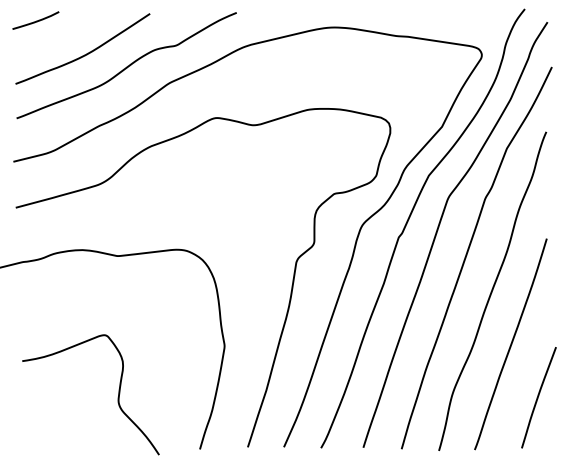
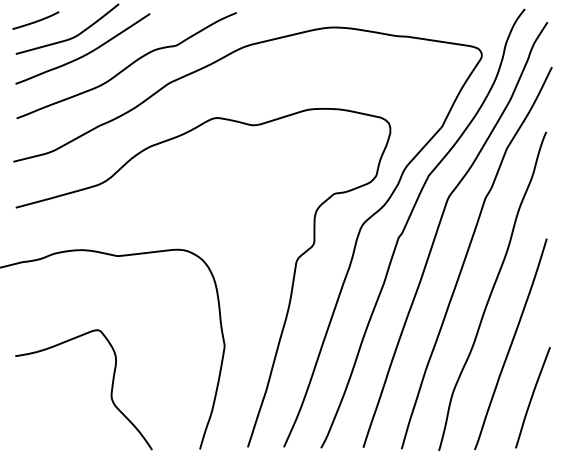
curve at (71, 37): none -> present
curve at (117, 397) position: (117, 397) -> (110, 392)
curve at (538, 397) position: (538, 397) -> (532, 397)
